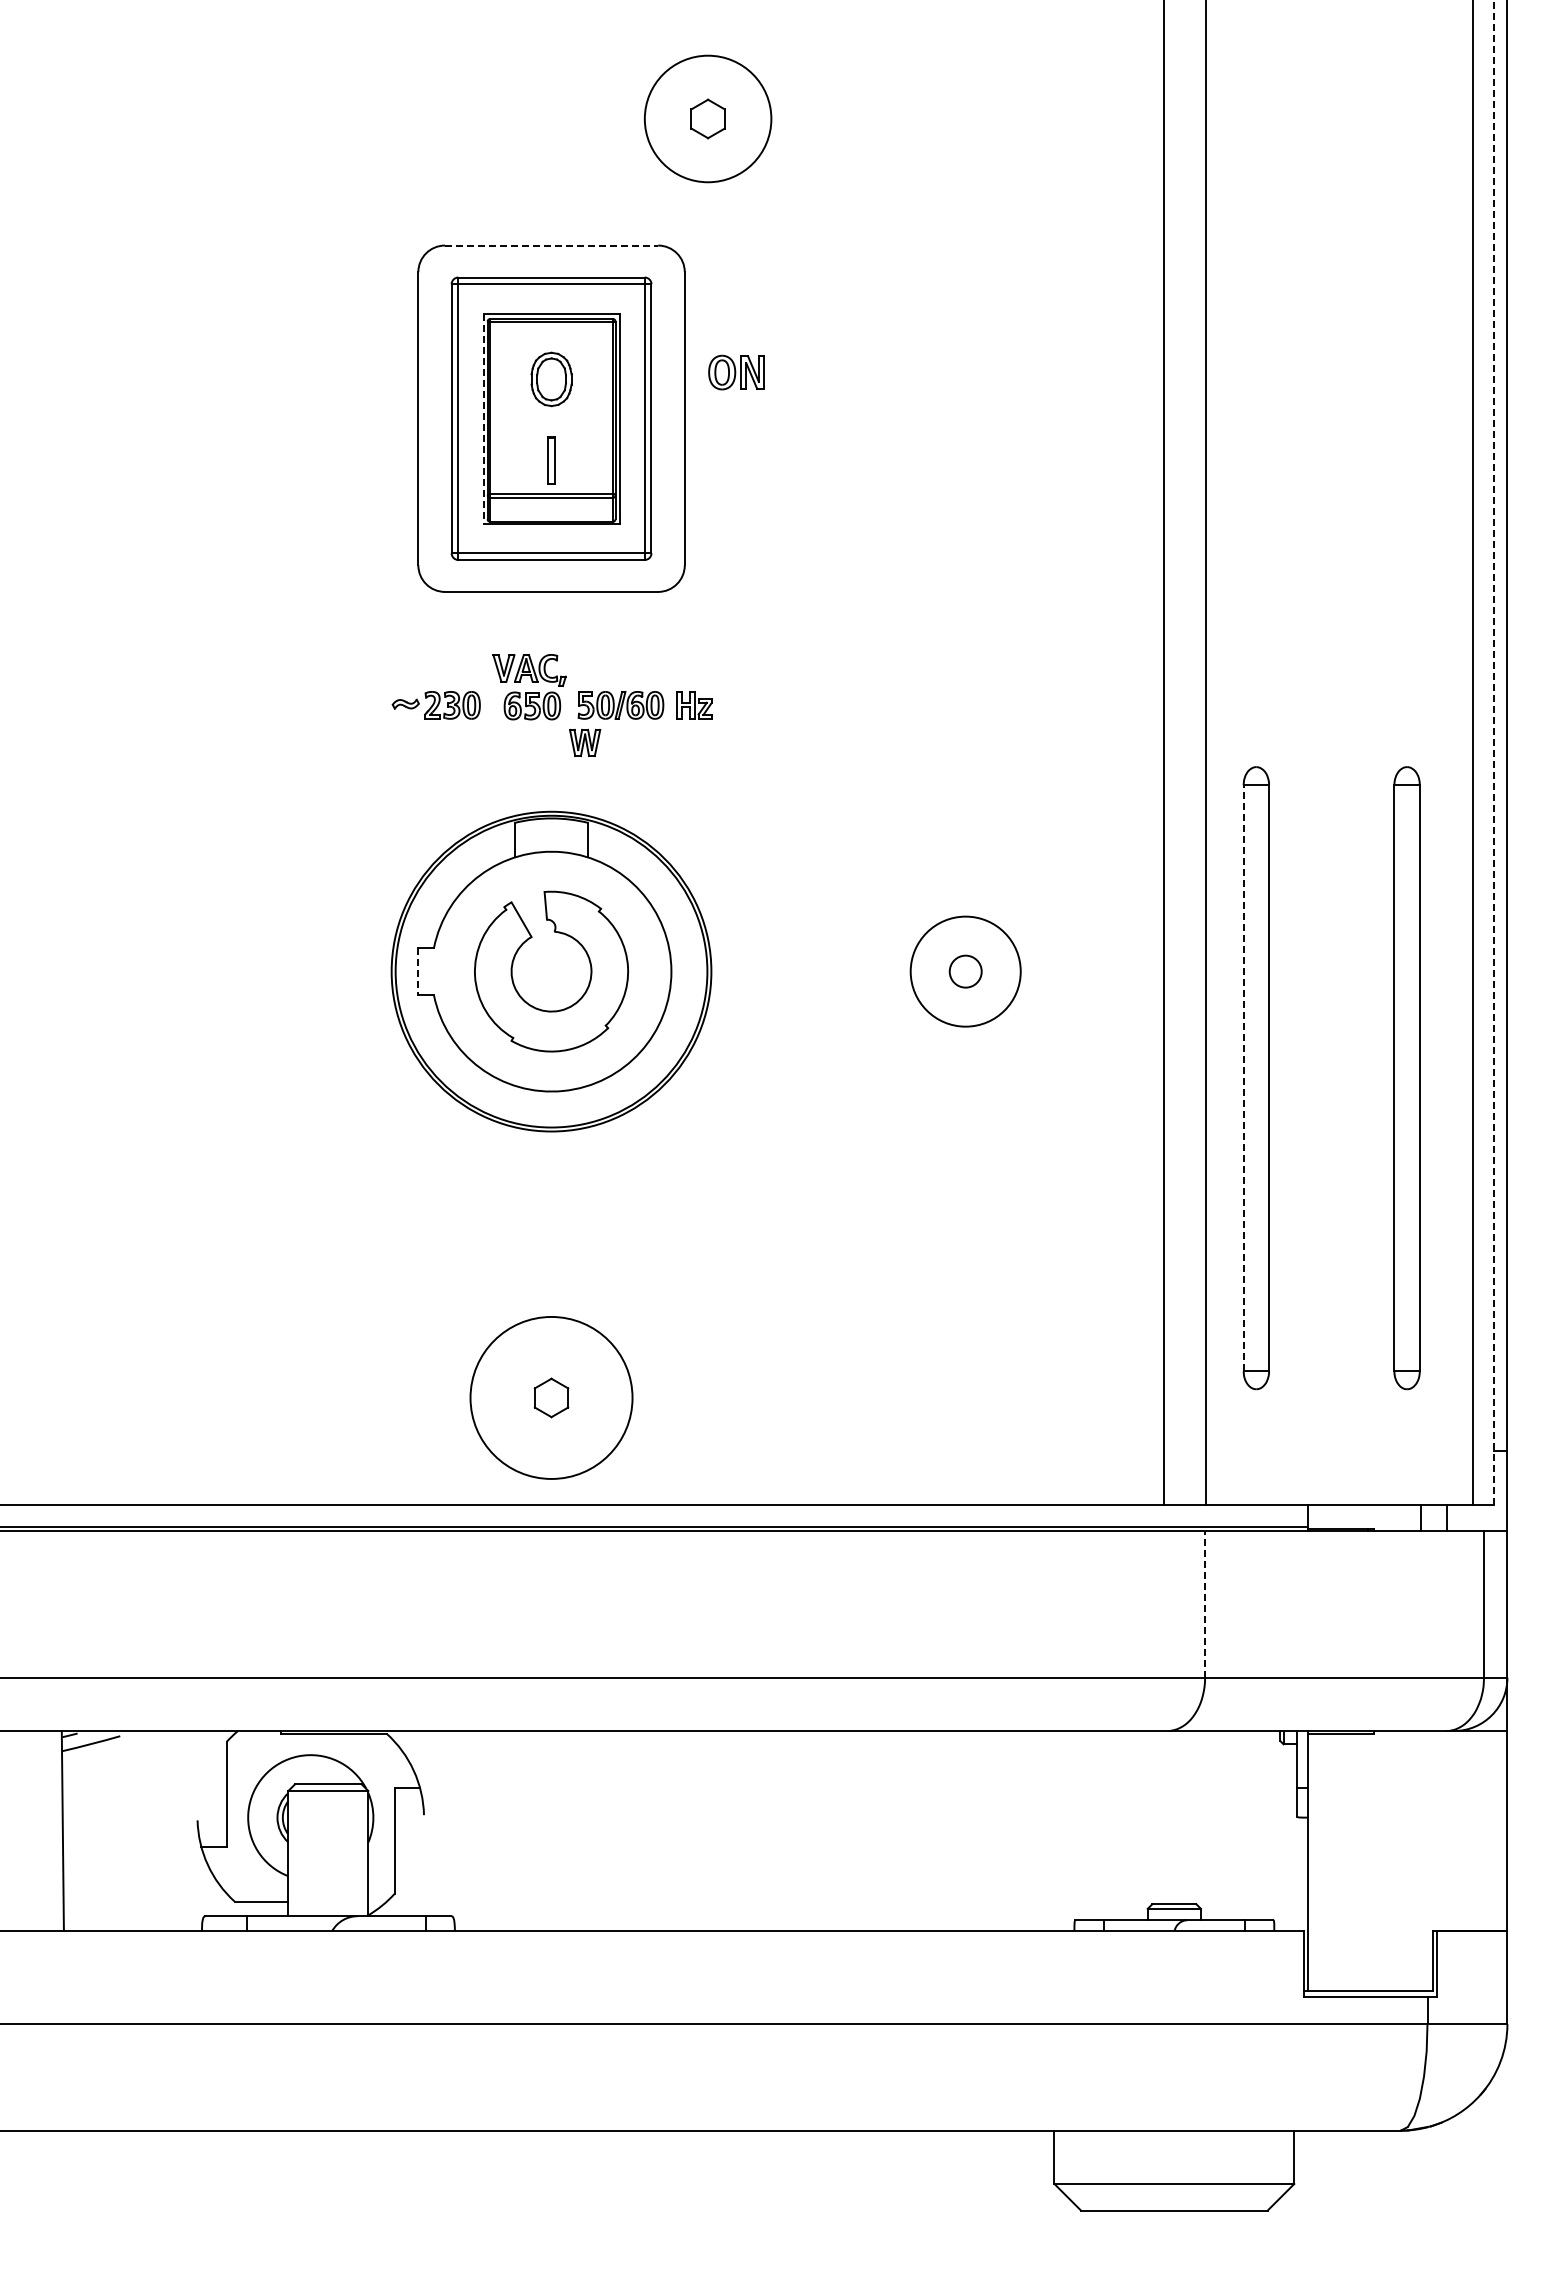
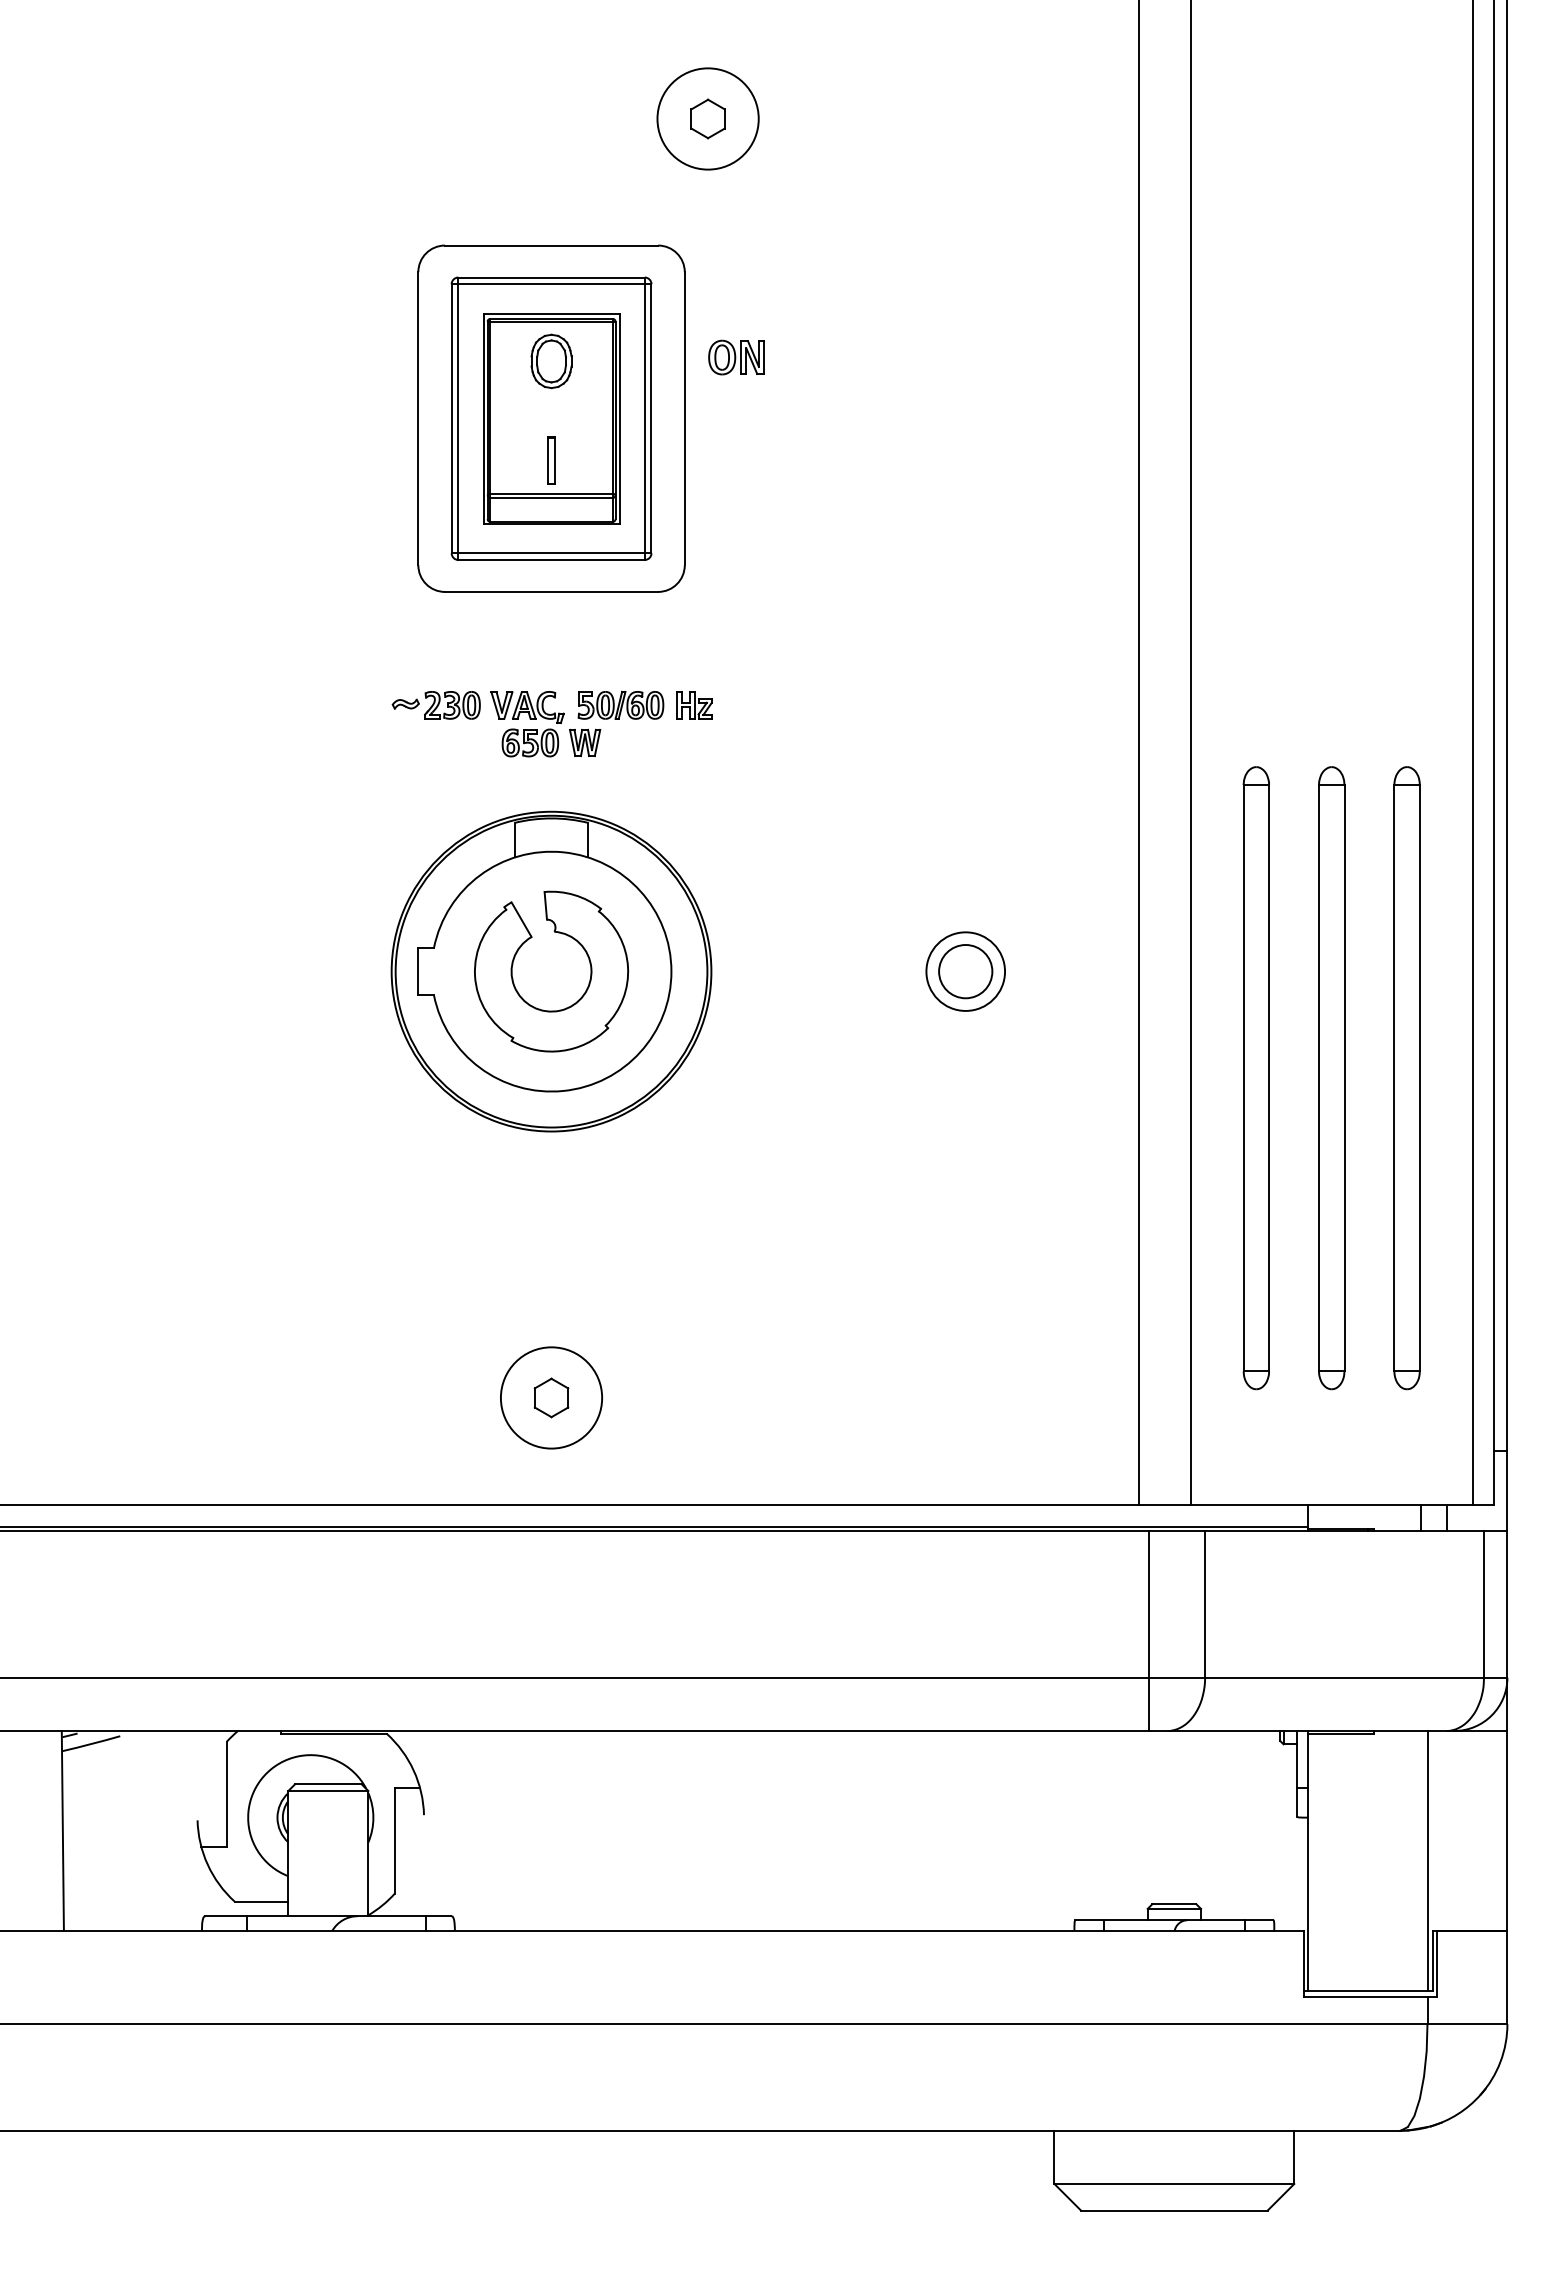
circle at (707, 118) diameter: 127 px -> 101 px
line at (551, 245): dashed -> solid
part at (736, 372) position: (736, 372) -> (736, 357)
part at (551, 379) position: (551, 379) -> (551, 361)
line at (483, 419): dashed -> solid
part at (529, 687) position: (529, 687) -> (527, 724)
line at (1494, 751): dashed -> solid
line at (1163, 753) position: (1163, 753) -> (1138, 753)
line at (1205, 753) position: (1205, 753) -> (1190, 753)
circle at (965, 971) diameter: 110 px -> 79 px
circle at (965, 971) diameter: 32 px -> 53 px
line at (418, 972): dashed -> solid
line at (1243, 1077): dashed -> solid
part at (1331, 1078): none -> present
circle at (551, 1397) diameter: 162 px -> 101 px
line at (1205, 1603): dashed -> solid
line at (1148, 1631): none -> present
line at (1427, 1860): none -> present
